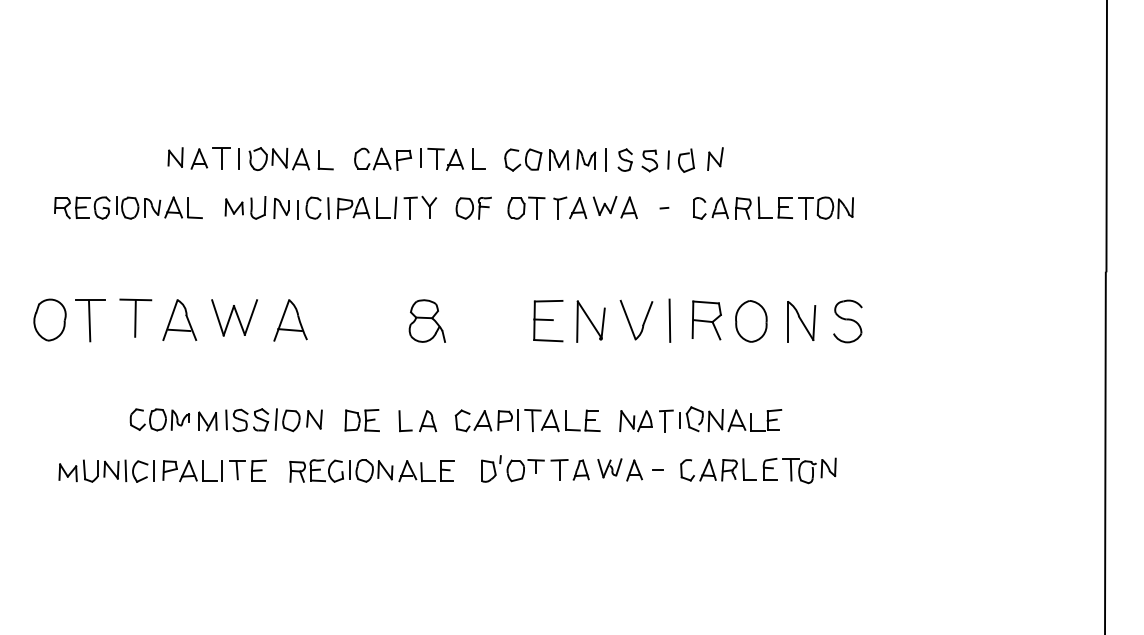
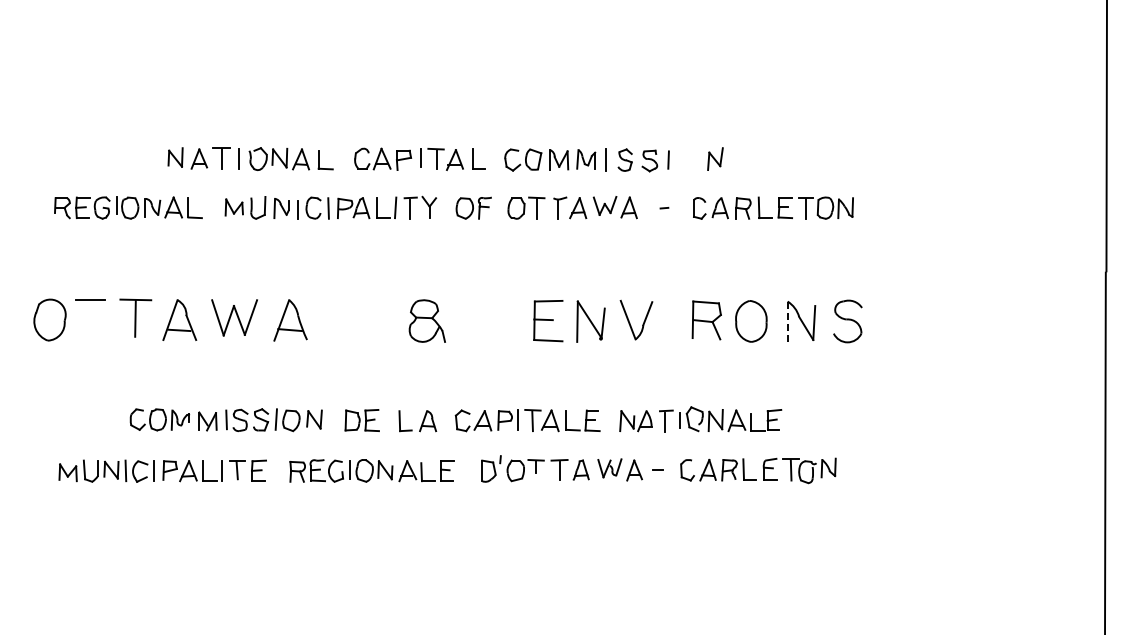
part at (686, 160): present -> none
line at (89, 320): present -> none
line at (669, 320): present -> none
line at (787, 321): solid -> dashed
